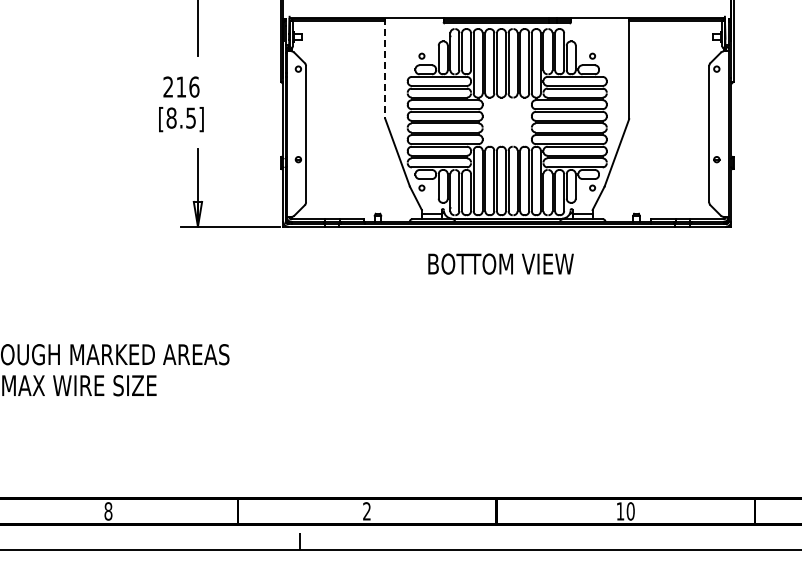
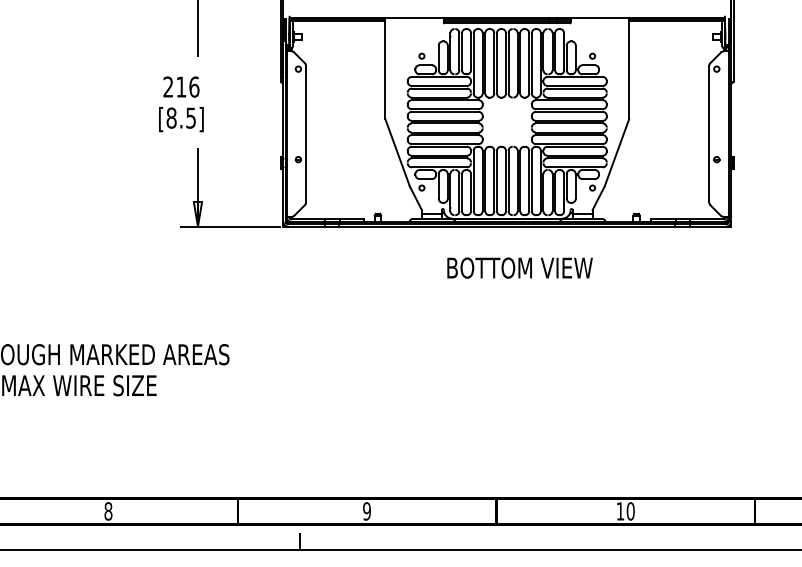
line at (385, 69): dashed -> solid
text at (500, 263) position: (500, 263) -> (519, 267)
text at (366, 511): 2 -> 9
